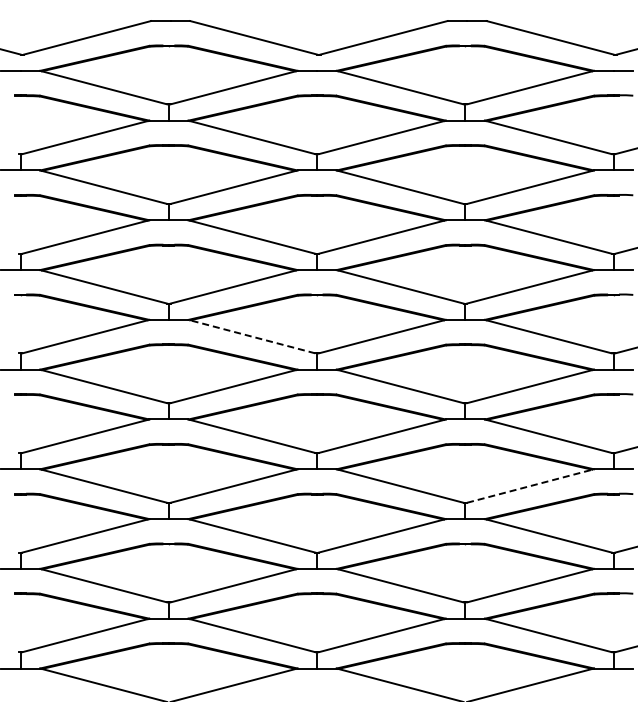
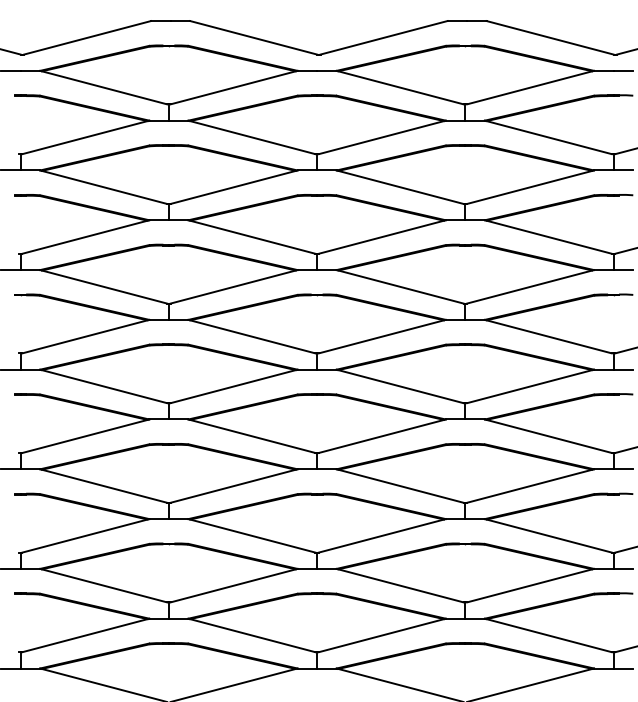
line at (251, 336): dashed -> solid
line at (530, 486): dashed -> solid
